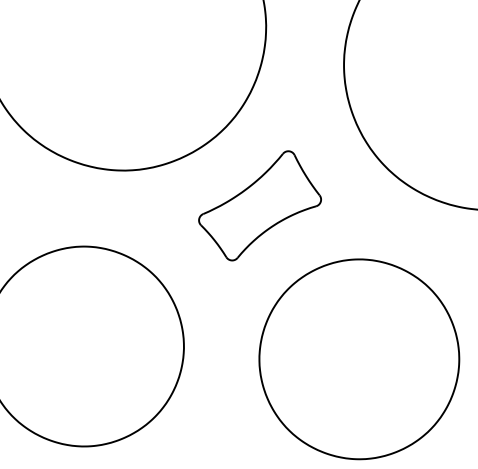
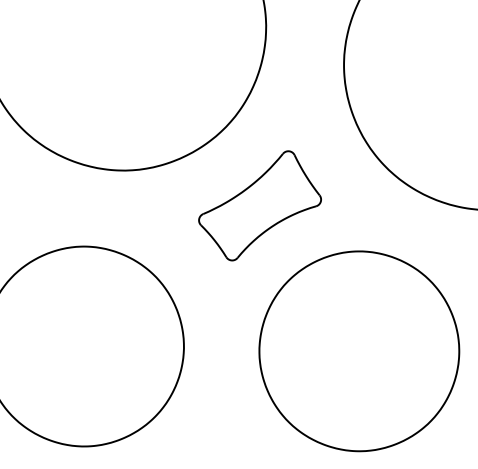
part at (359, 359) position: (359, 359) -> (359, 351)
